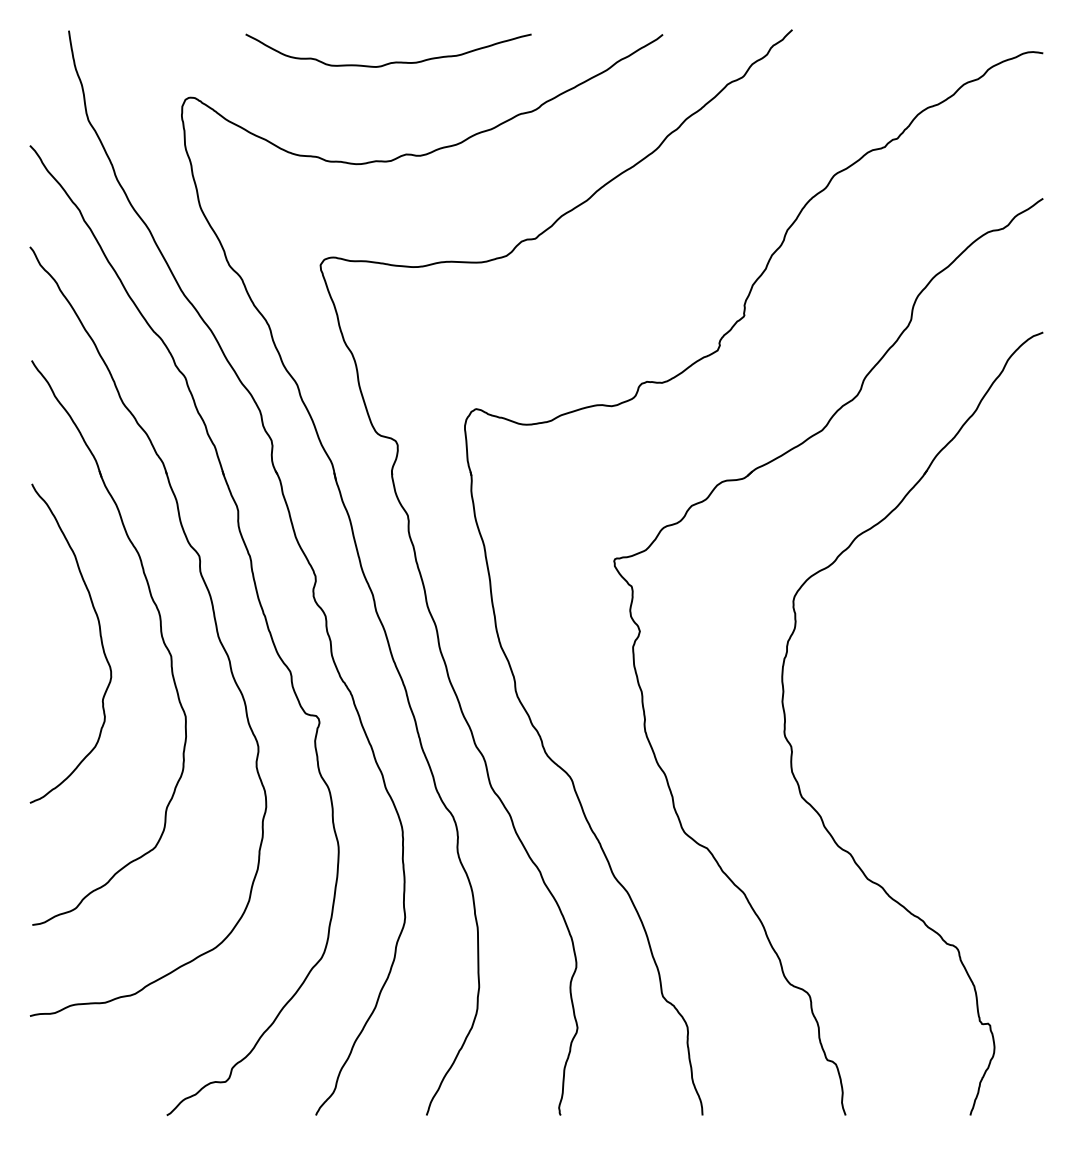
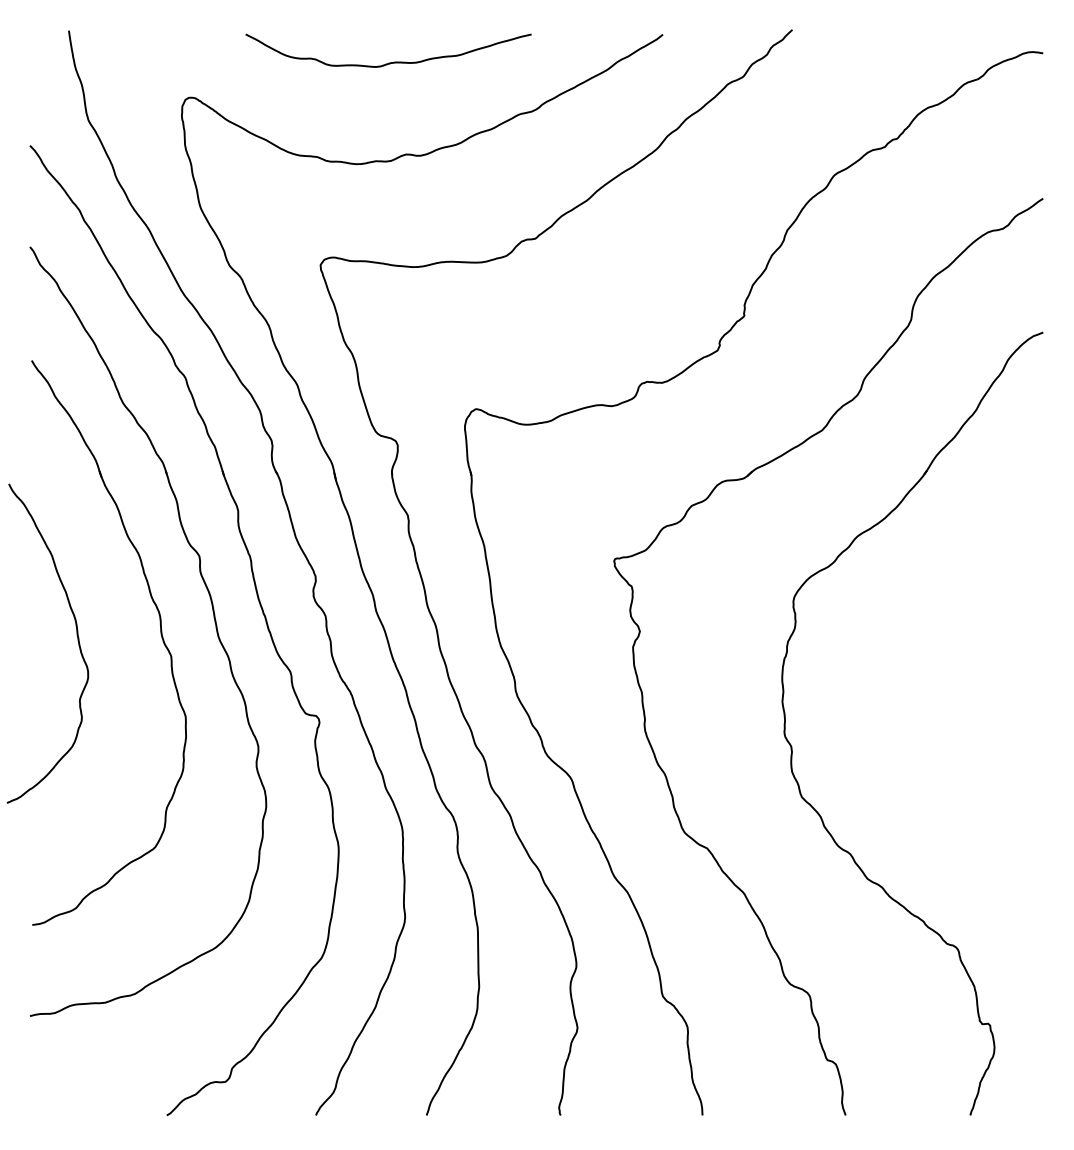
curve at (100, 641) position: (100, 641) -> (77, 641)
